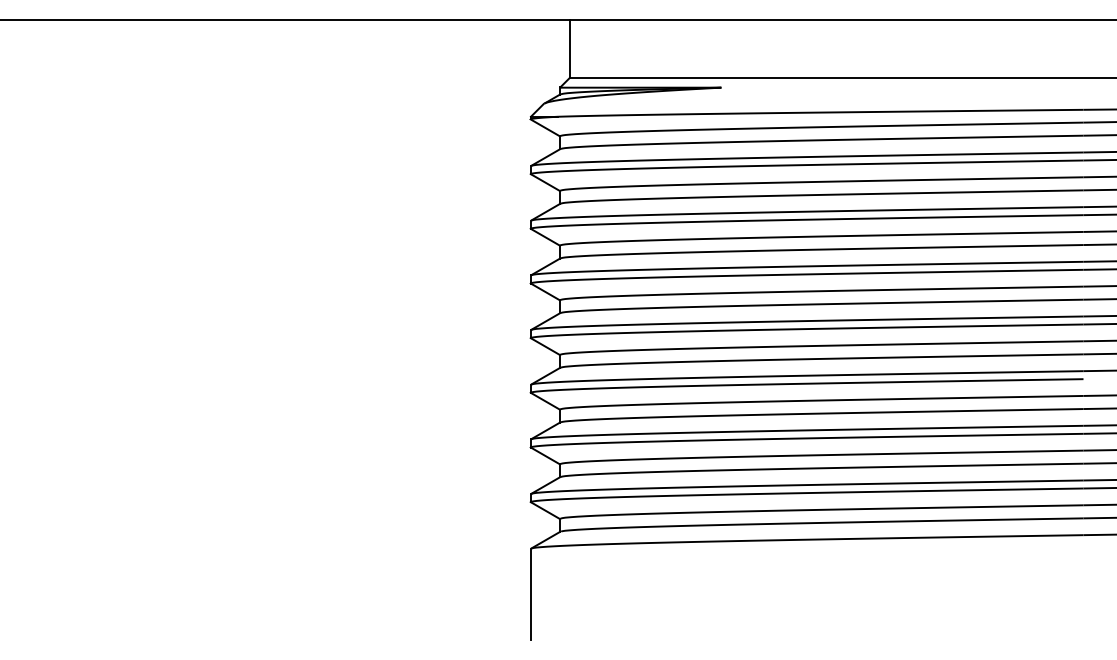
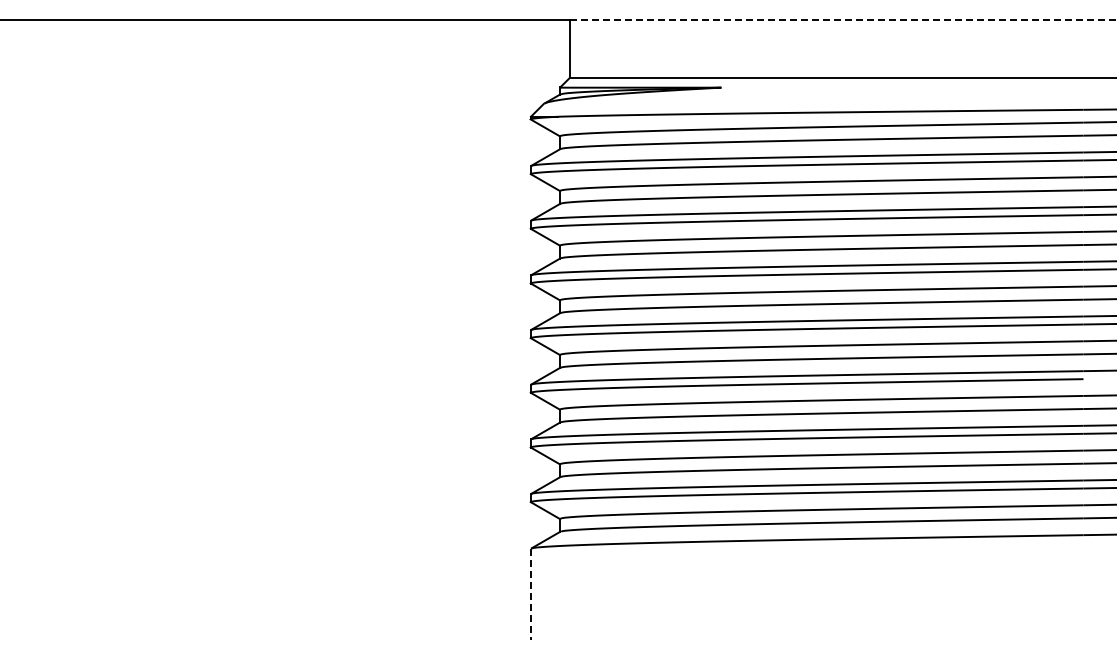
line at (843, 19): solid -> dashed
line at (531, 594): solid -> dashed
